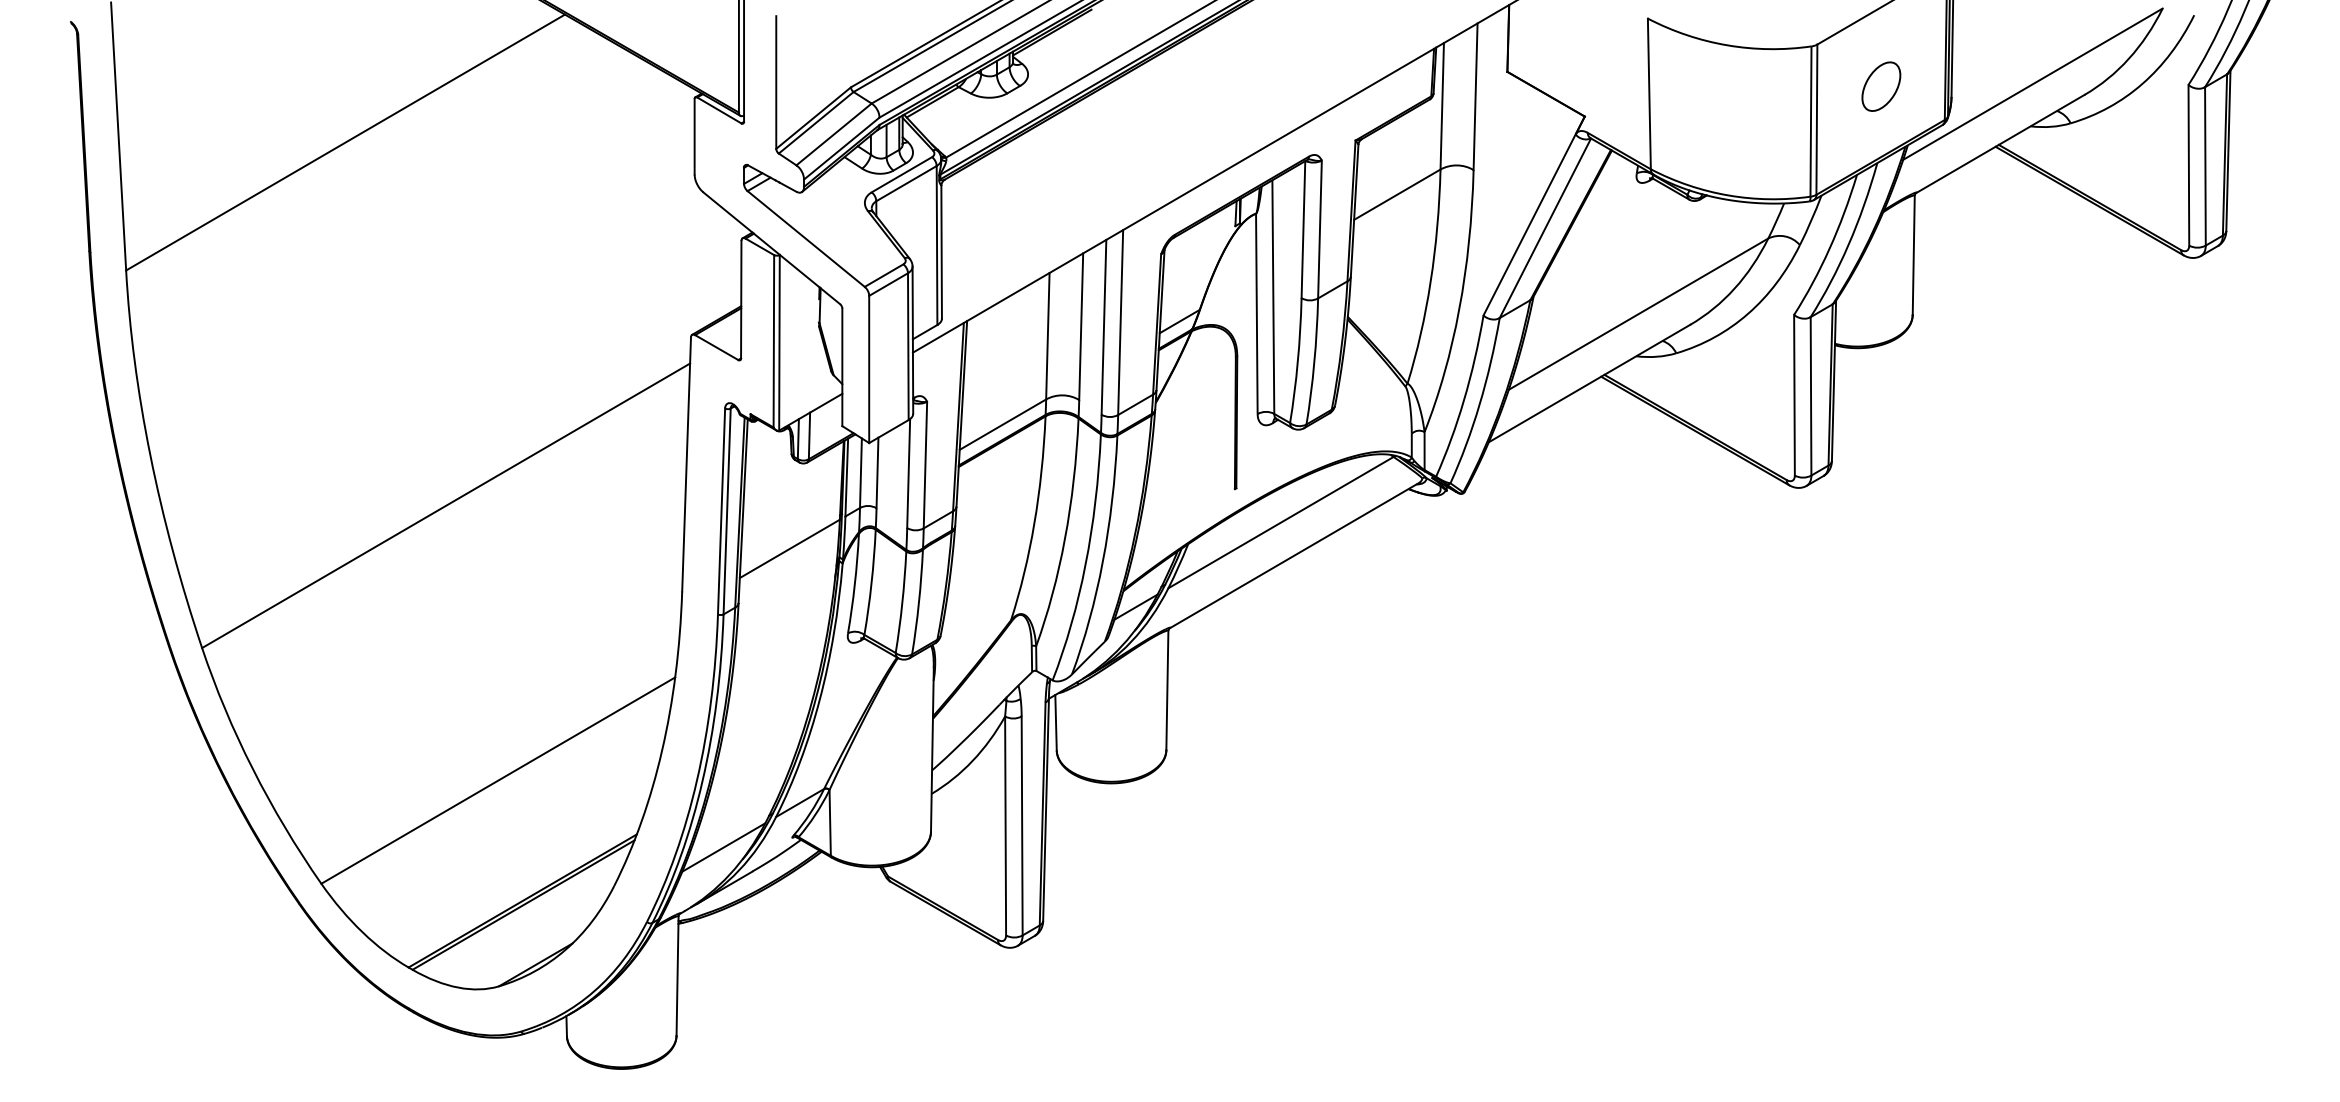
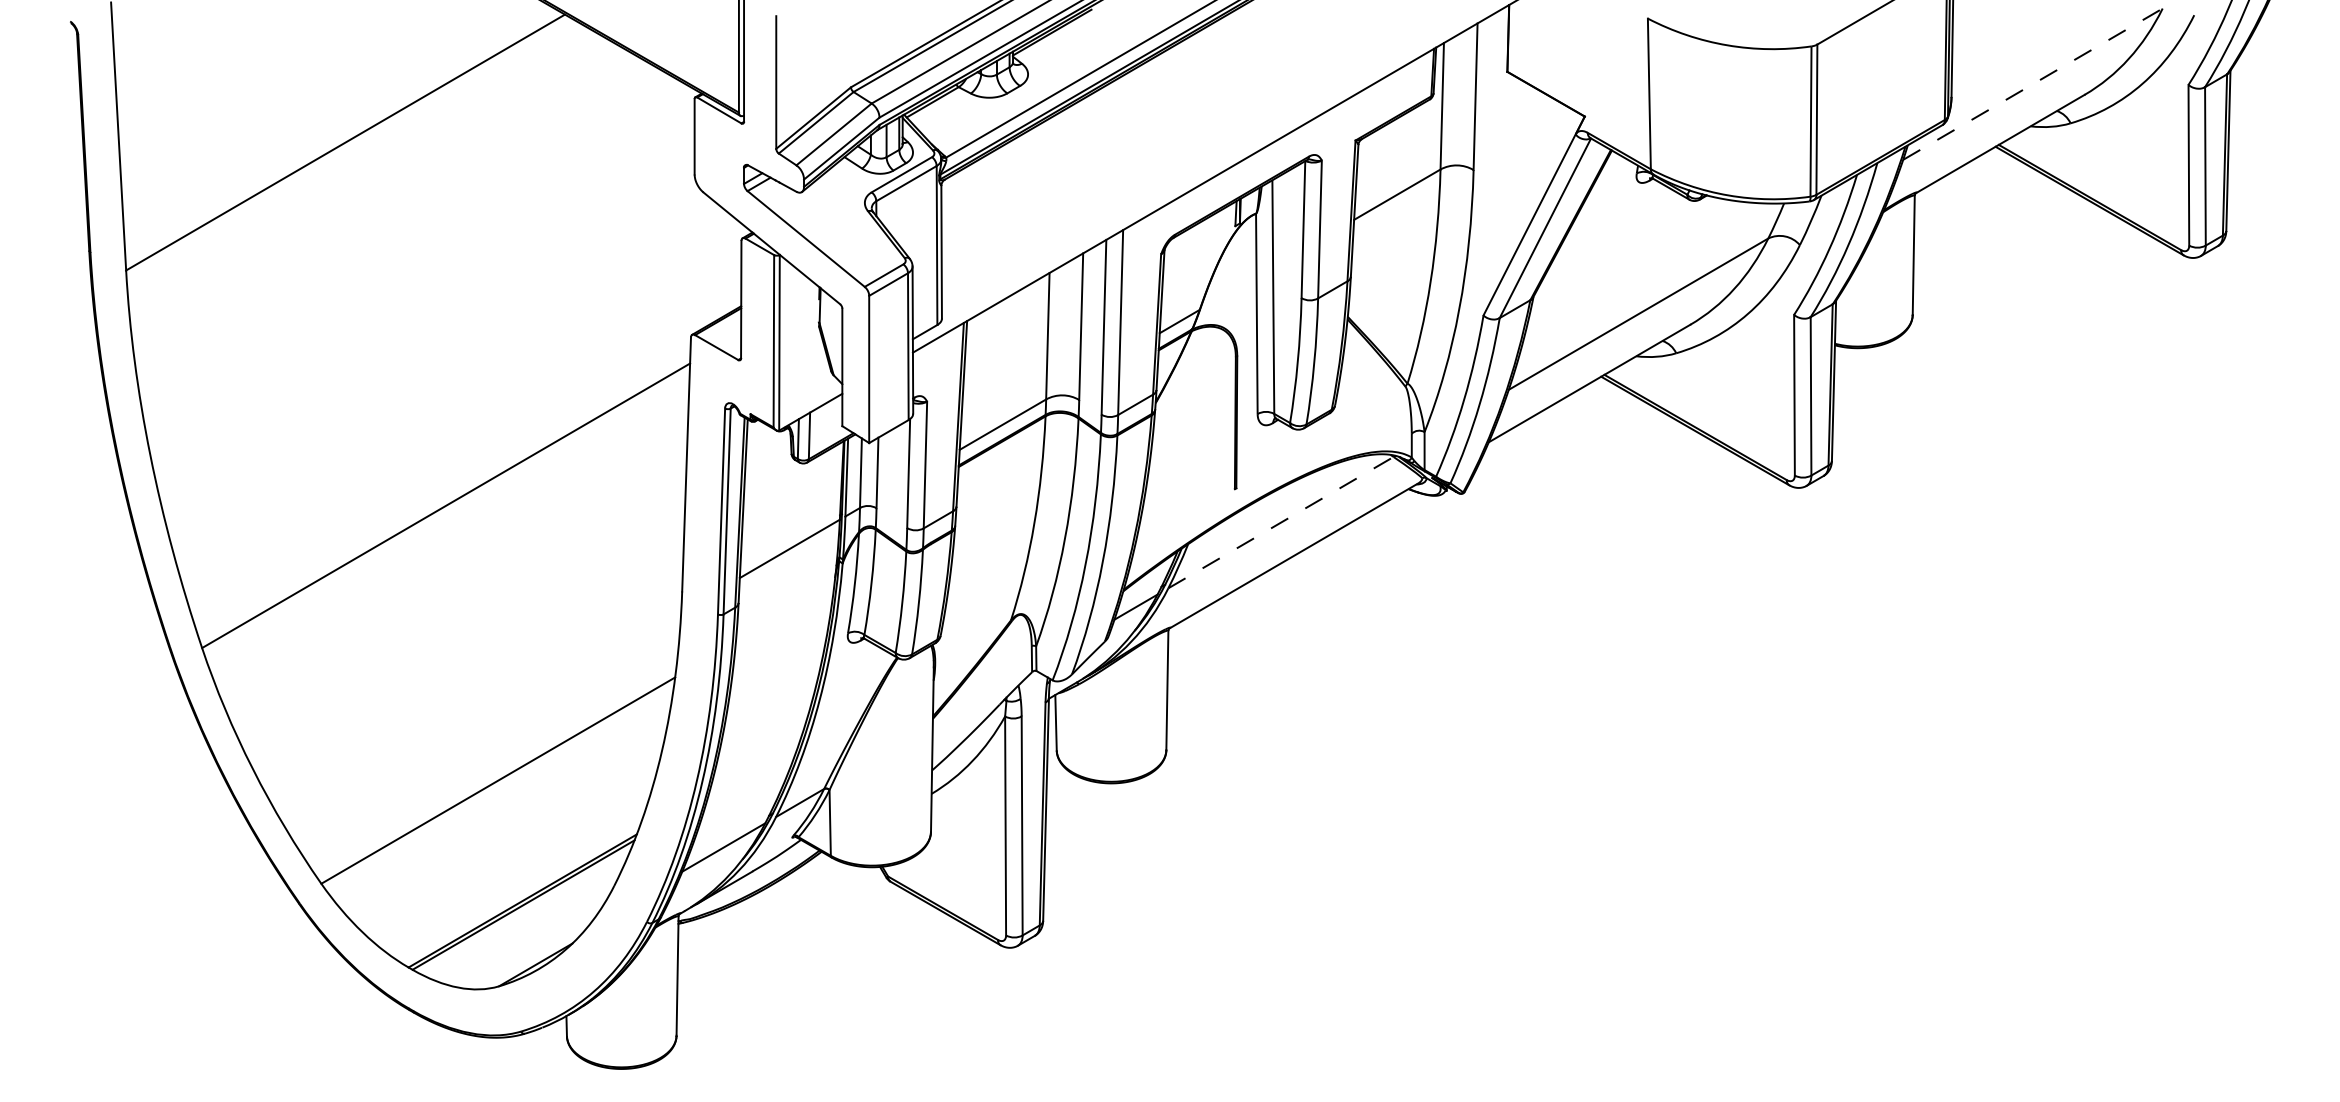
line at (2033, 83): solid -> dashed
part at (1881, 86): present -> none
line at (1281, 522): solid -> dashed
